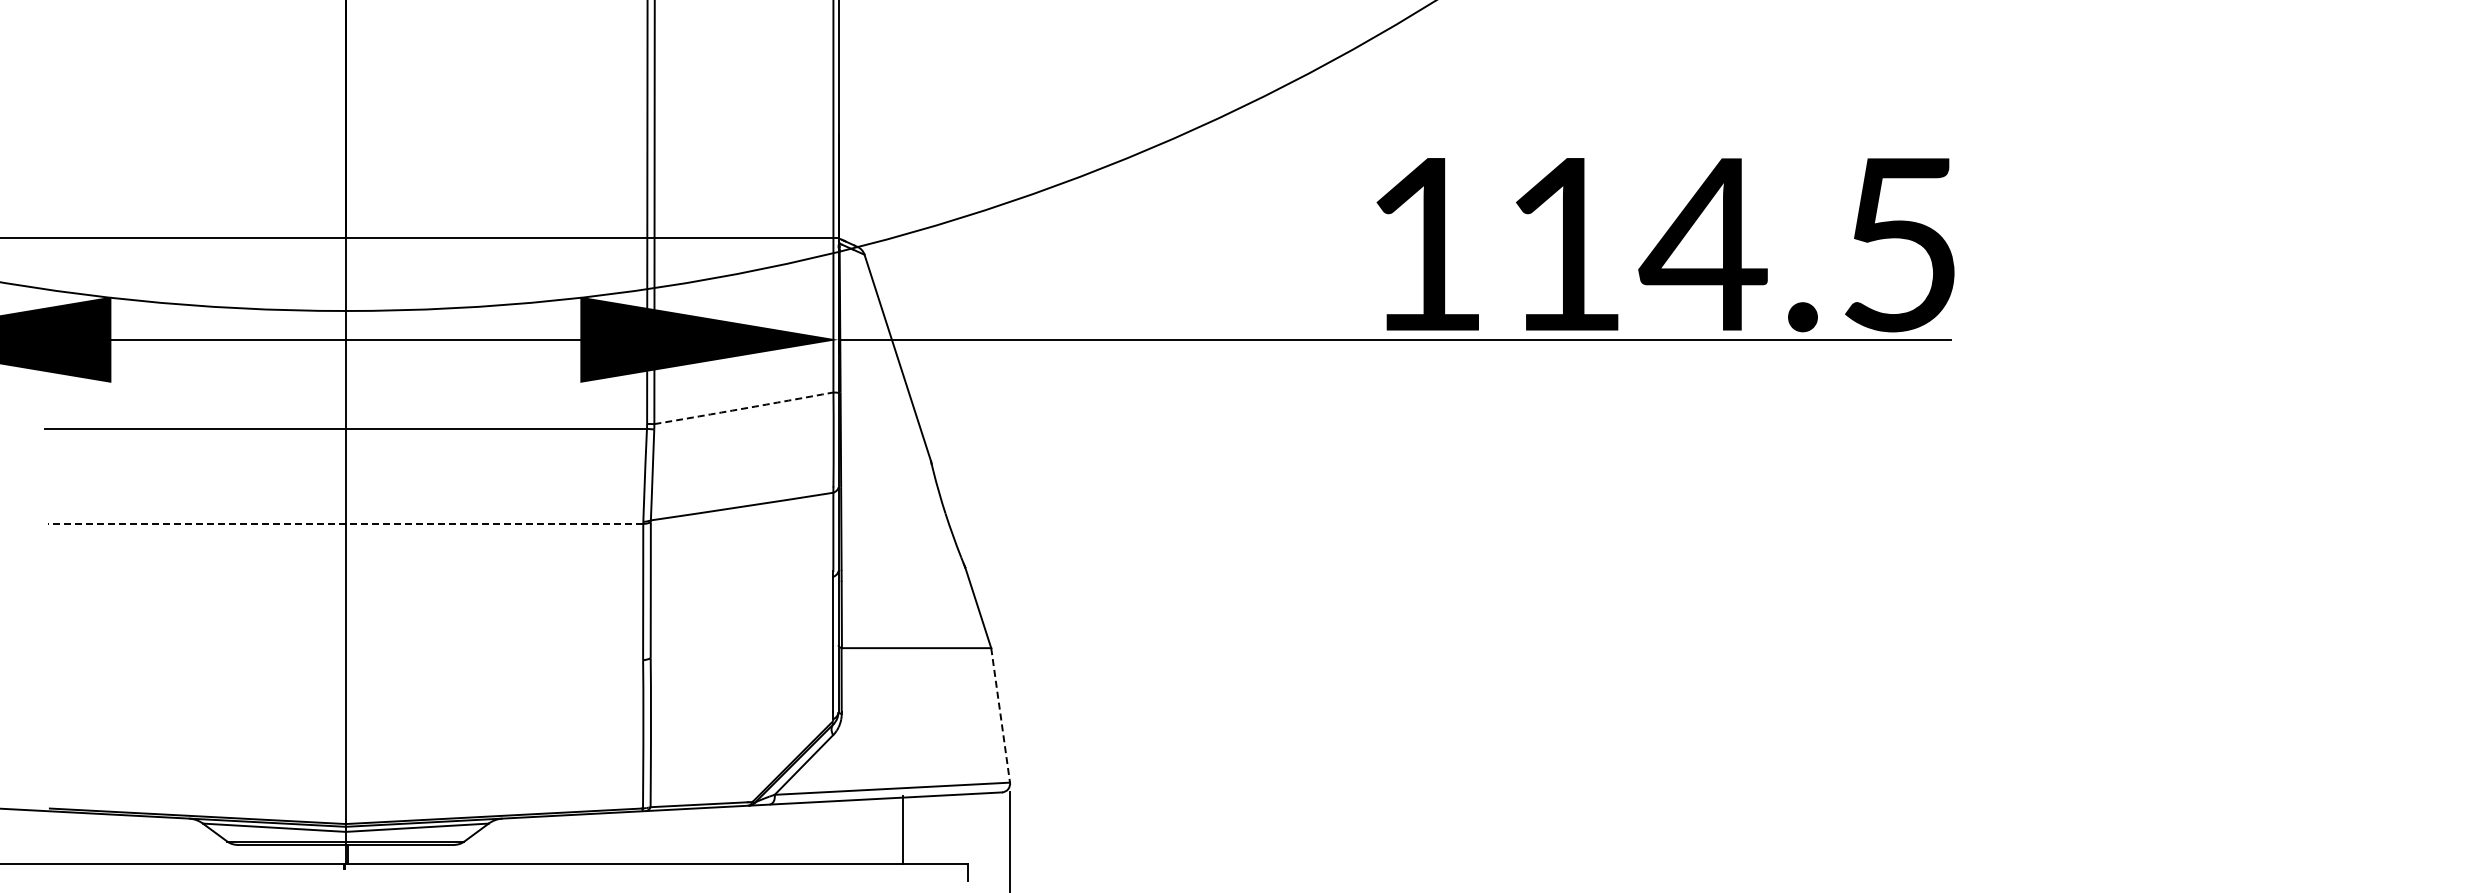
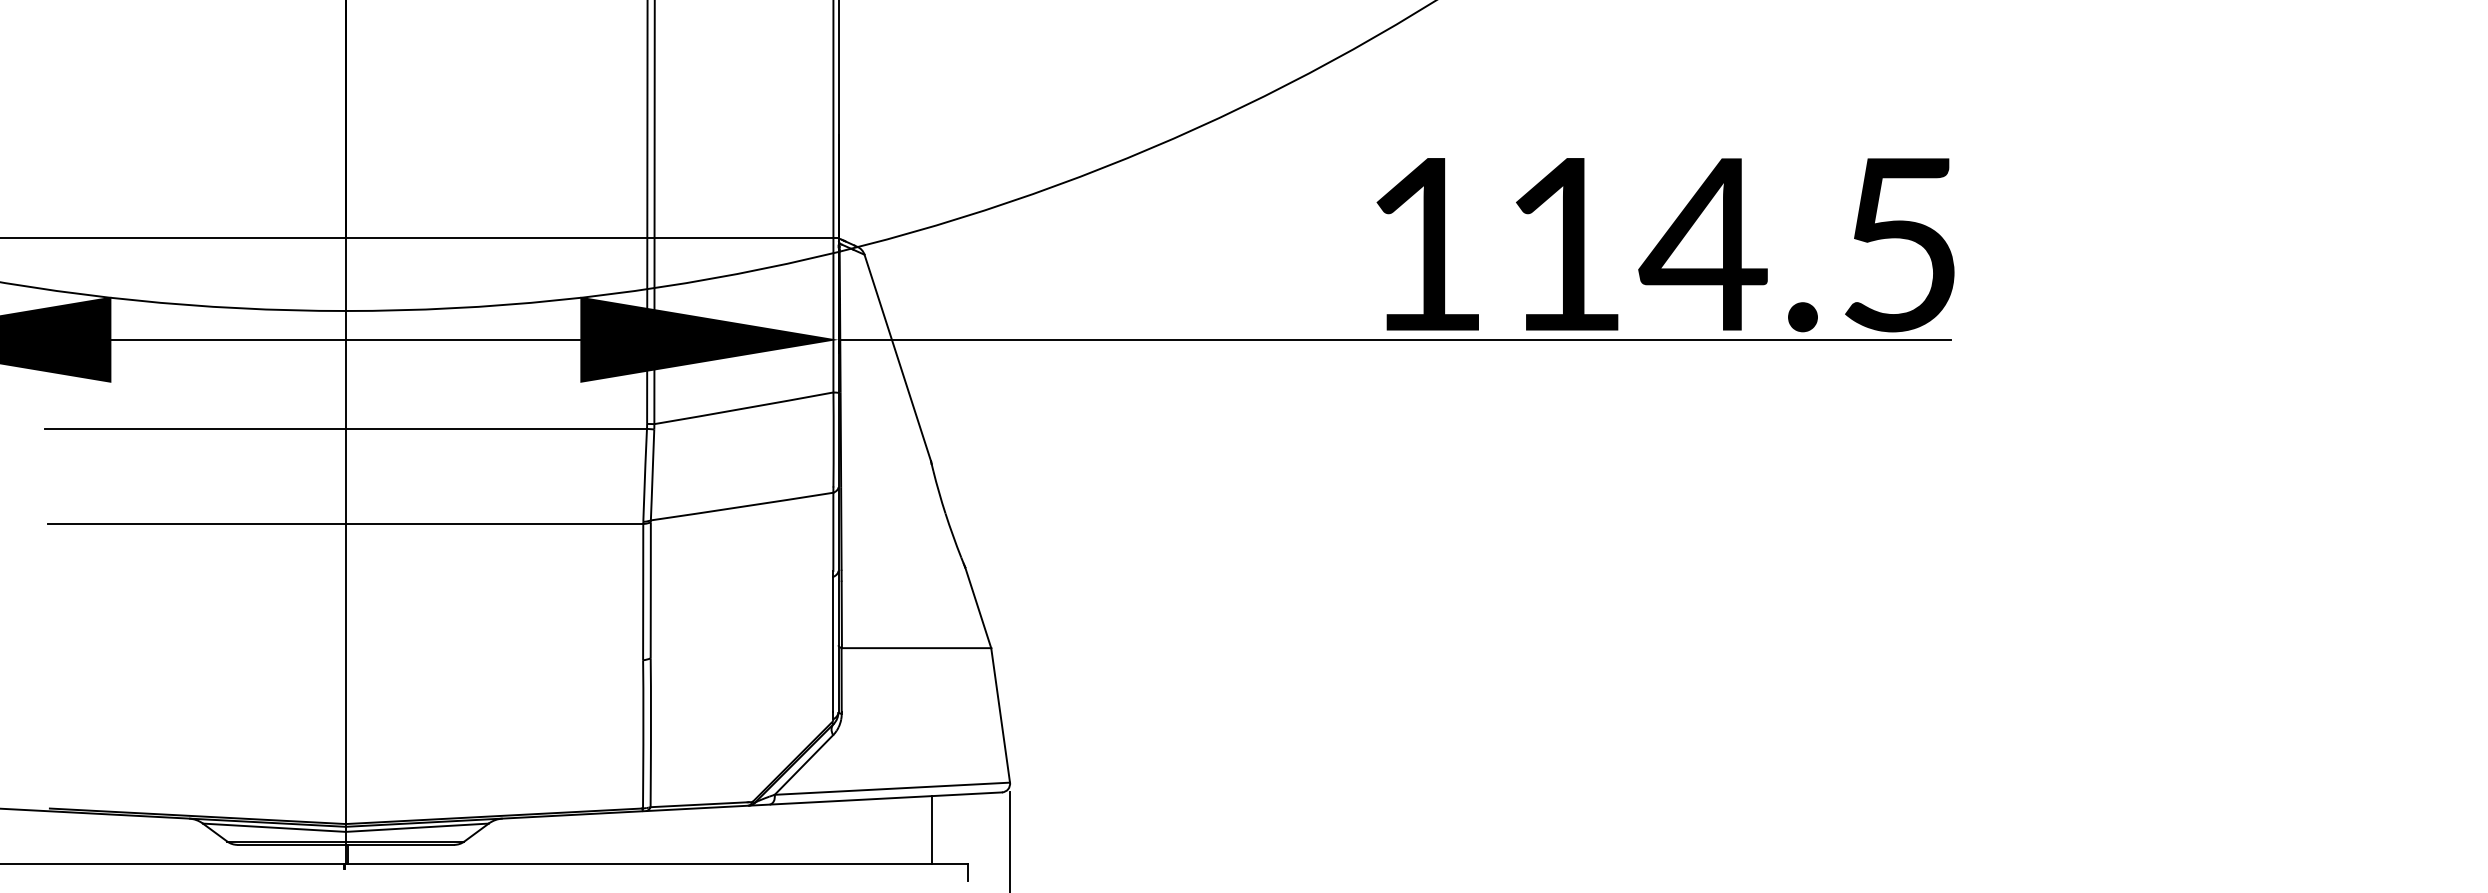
arc at (743, 408): dashed -> solid
line at (345, 524): dashed -> solid
line at (1000, 715): dashed -> solid
line at (902, 829) position: (902, 829) -> (931, 829)
